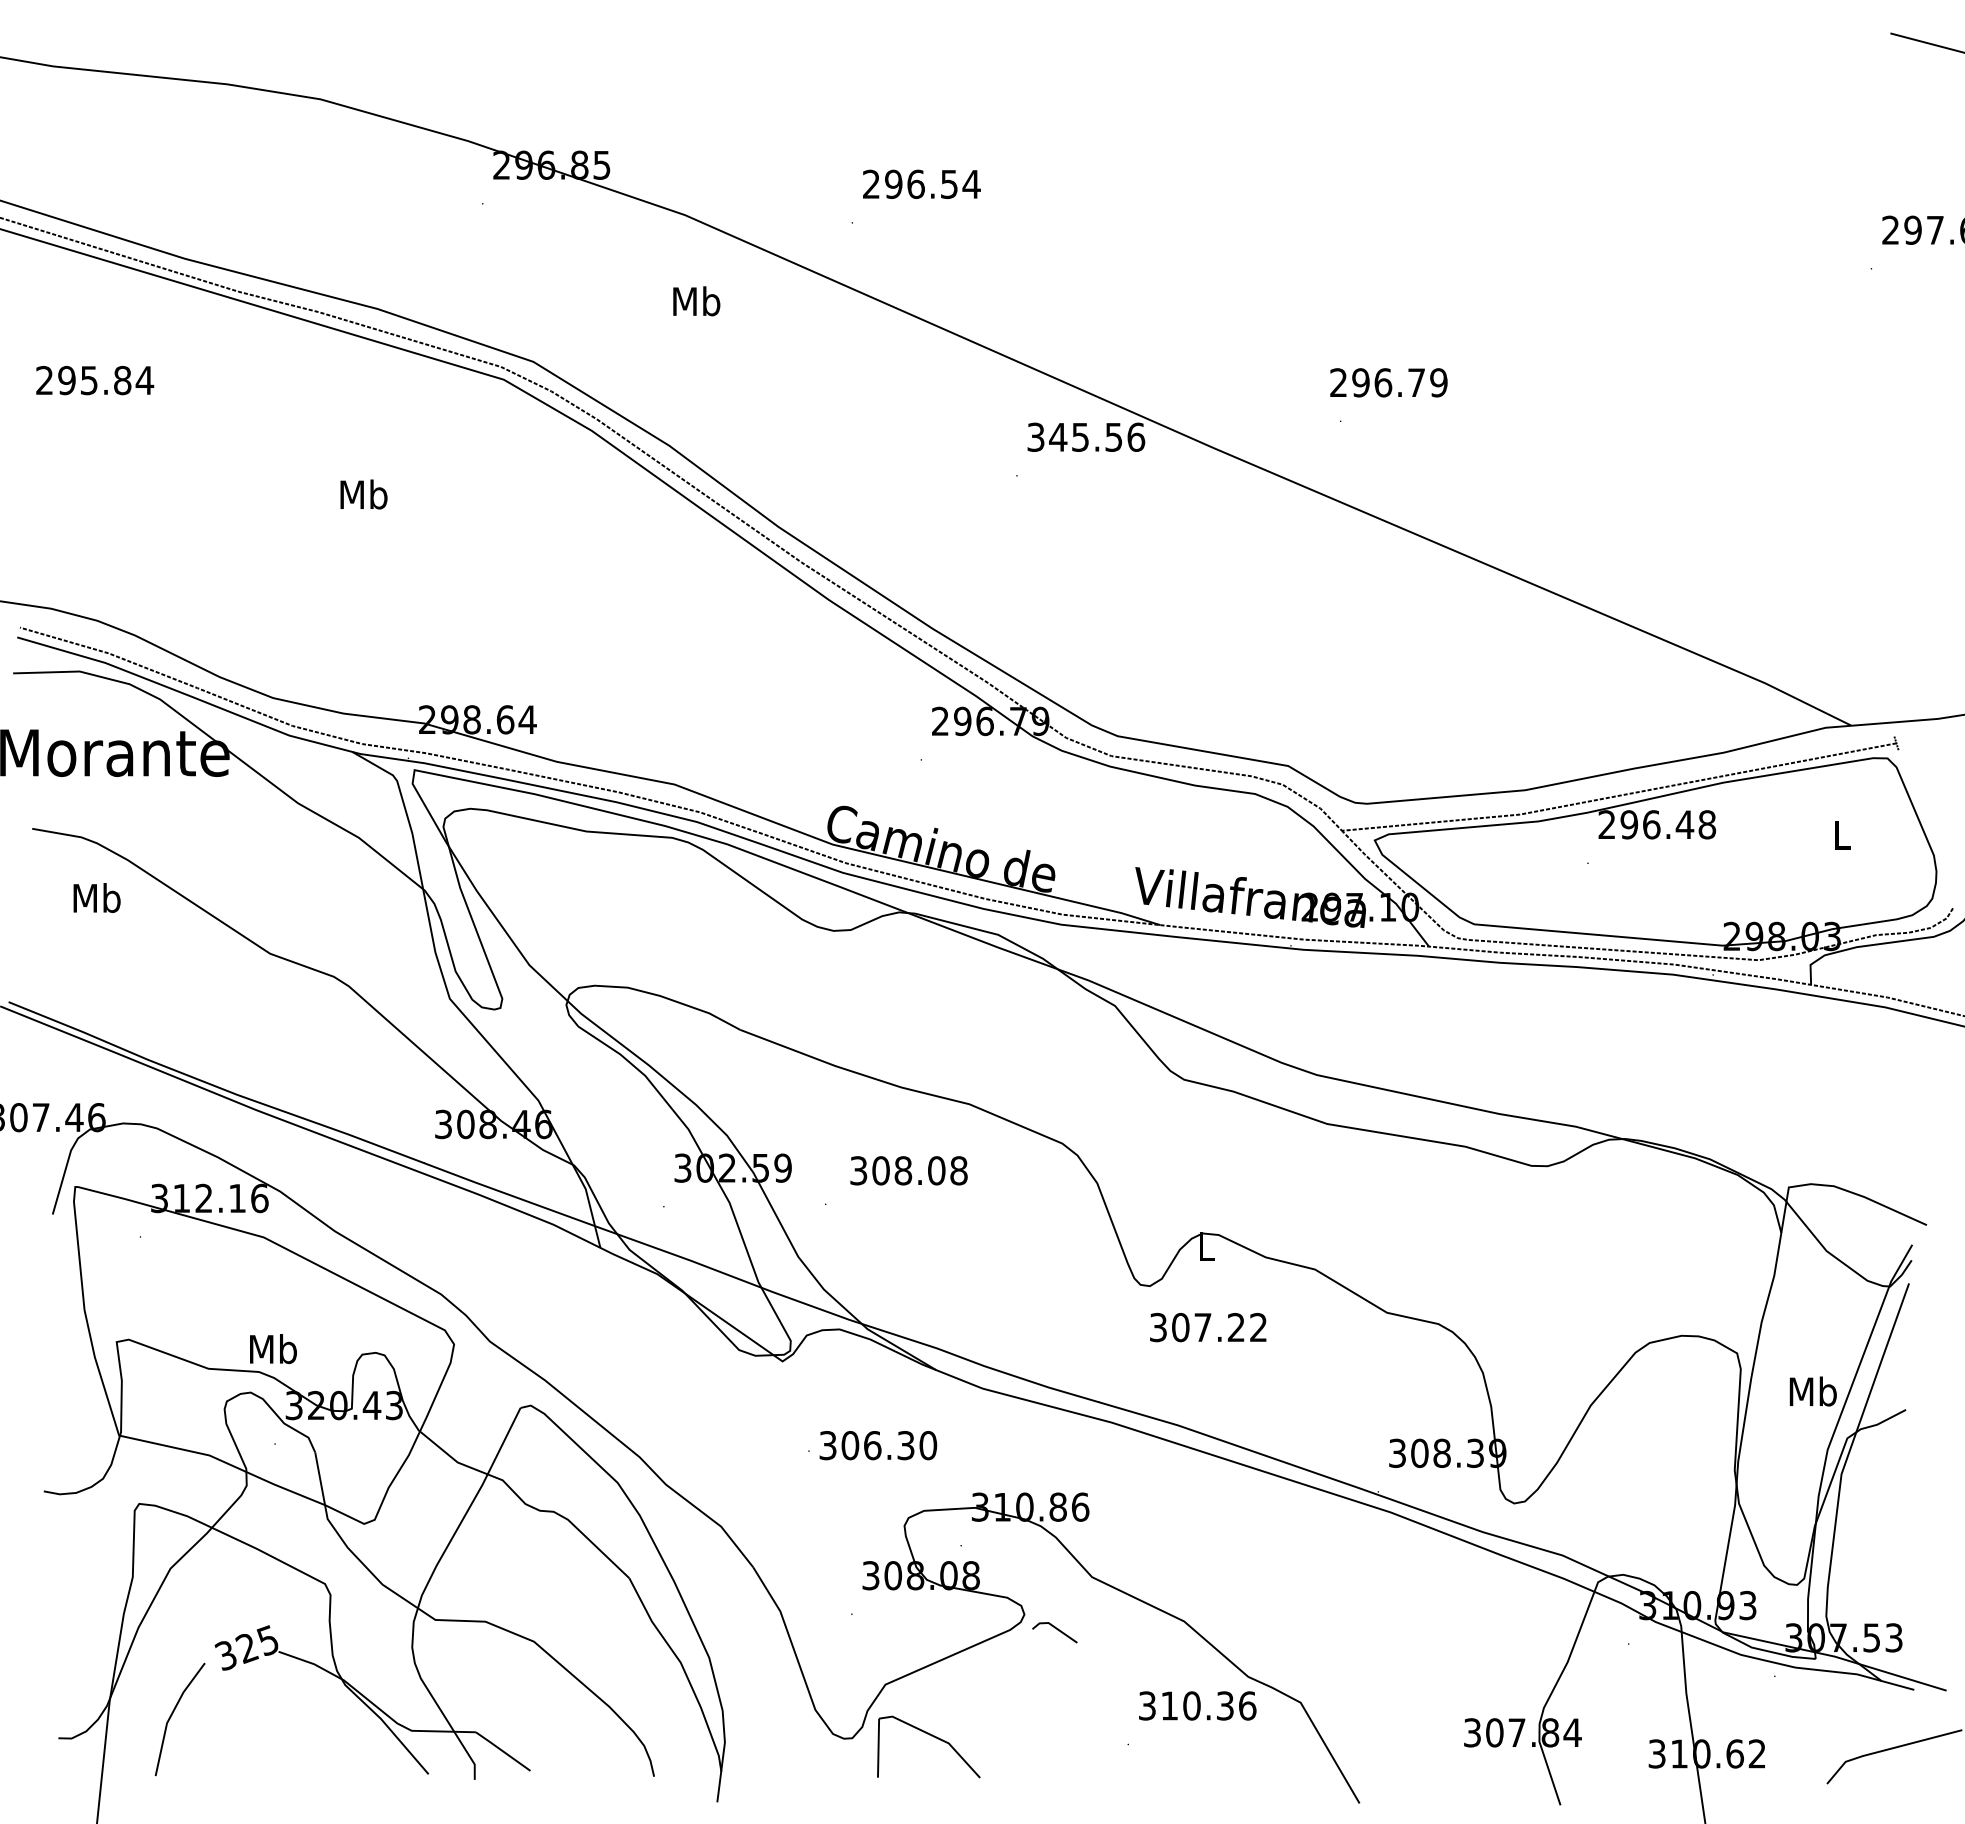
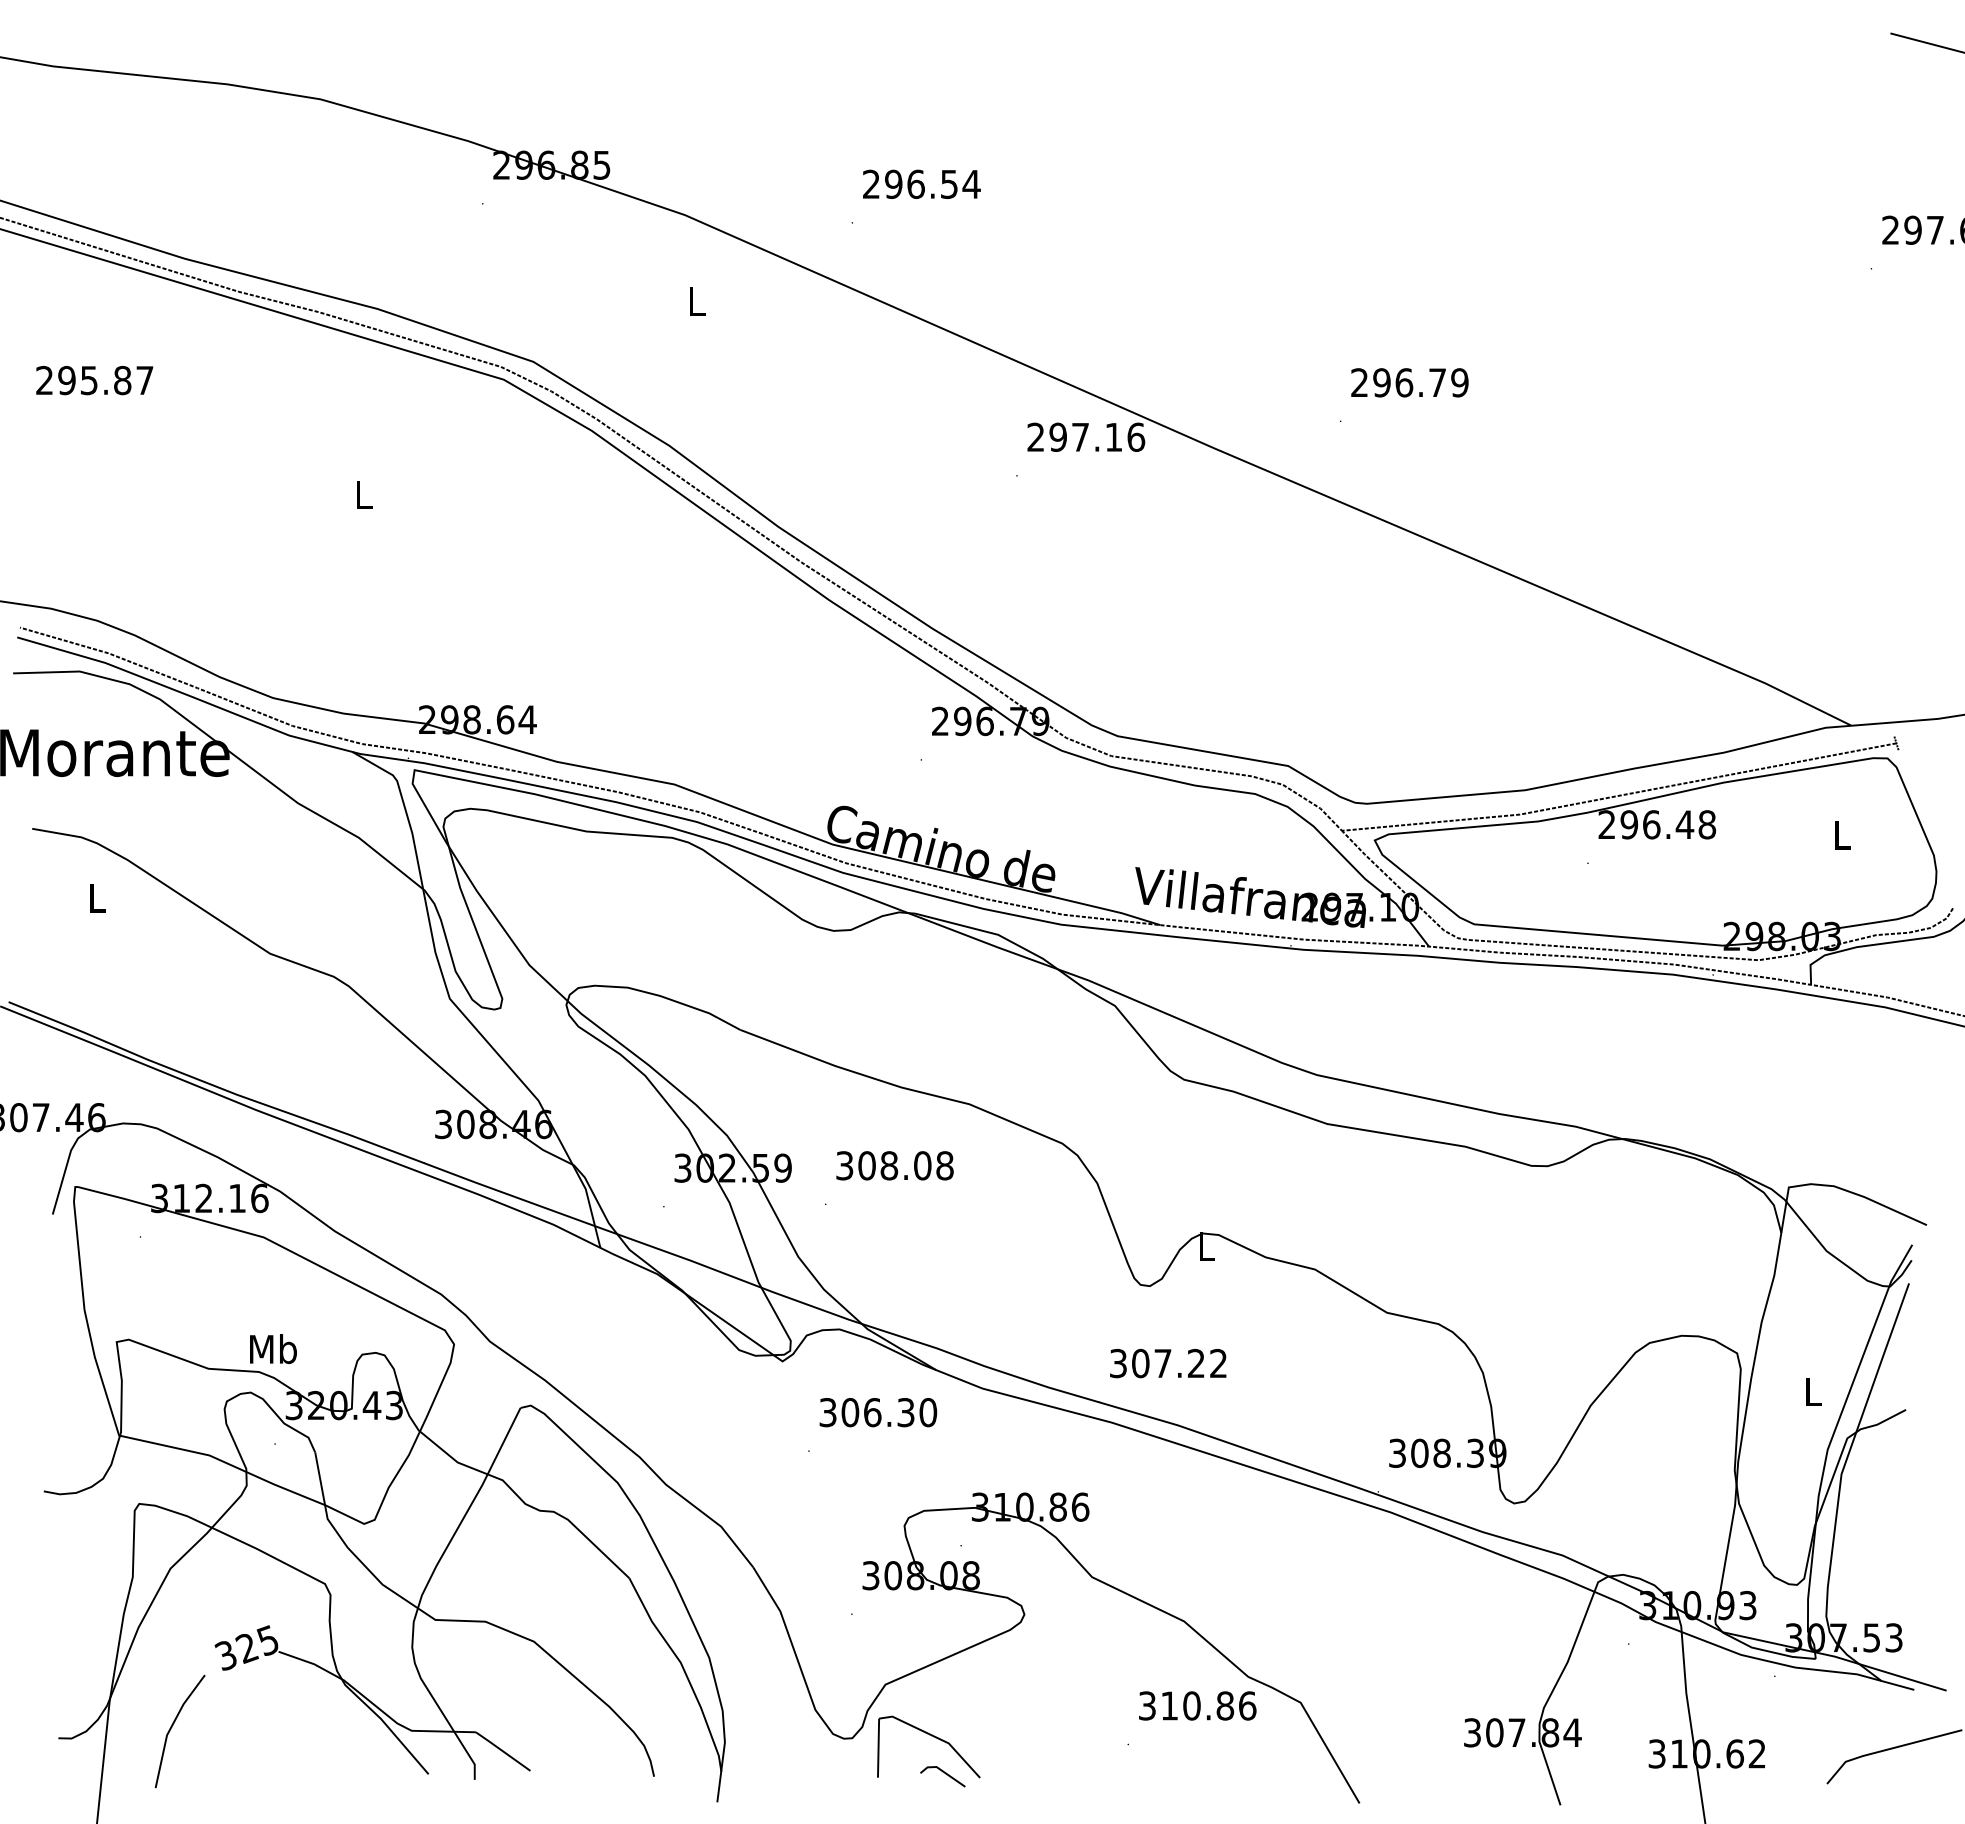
text at (696, 301): Mb -> L
text at (144, 380): 295.84 -> 295.87
text at (1388, 382) position: (1388, 382) -> (1409, 382)
text at (1074, 436): 345.56 -> 297.16
text at (363, 494): Mb -> L
text at (96, 897): Mb -> L
text at (908, 1170) position: (908, 1170) -> (894, 1165)
text at (1208, 1327) position: (1208, 1327) -> (1168, 1363)
text at (1812, 1391): Mb -> L
text at (878, 1445) position: (878, 1445) -> (878, 1412)
line at (1056, 1629) position: (1056, 1629) -> (944, 1773)
text at (1225, 1705): 310.36 -> 310.86
line at (172, 1715) position: (172, 1715) -> (172, 1727)
